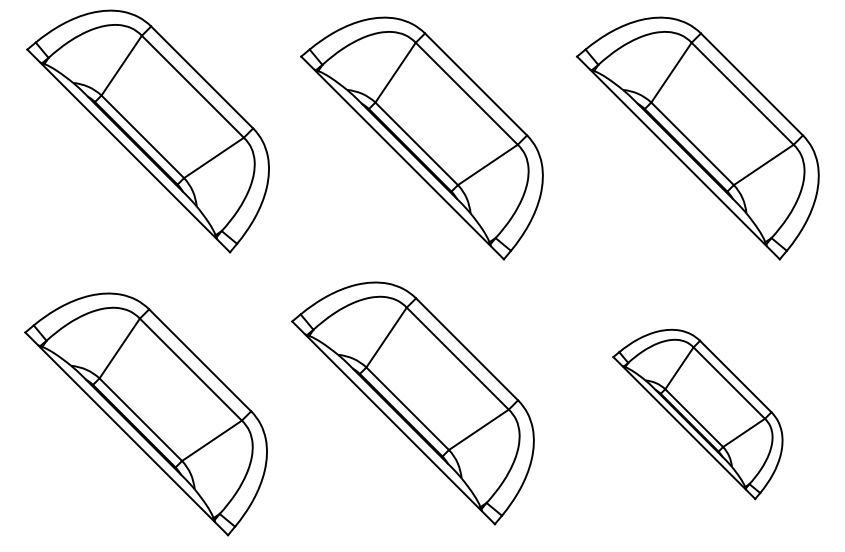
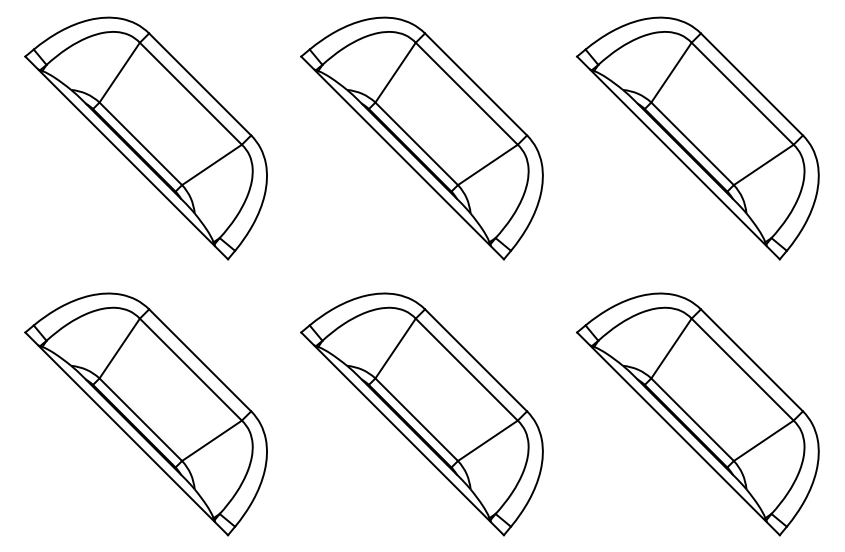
part at (147, 131) position: (147, 131) -> (145, 138)
part at (412, 403) position: (412, 403) -> (421, 414)
part at (697, 414) size: 172x173 px -> 244x245 px
